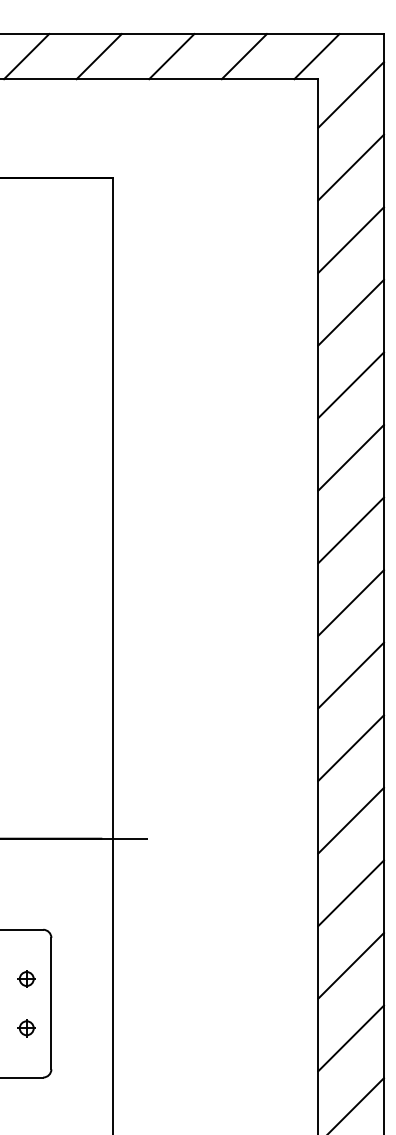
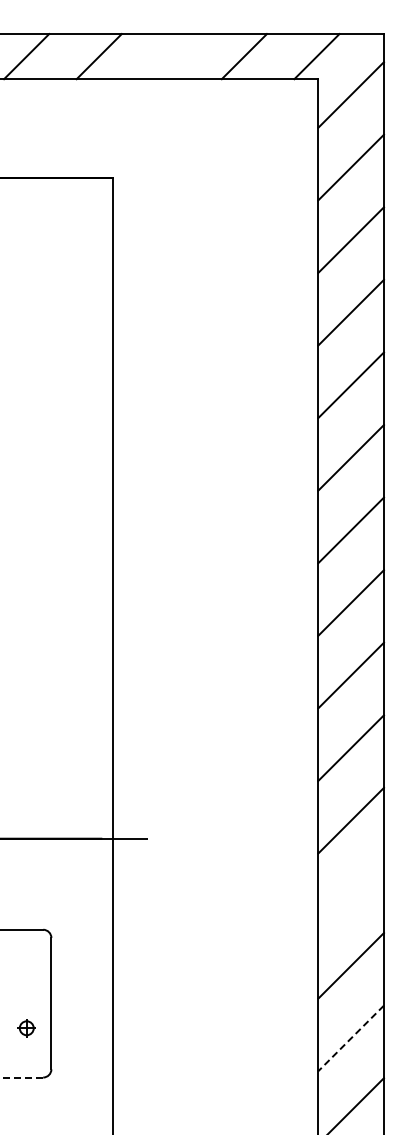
line at (171, 56): present -> none
line at (350, 893): present -> none
part at (26, 978): present -> none
line at (350, 1038): solid -> dashed
line at (21, 1077): solid -> dashed
